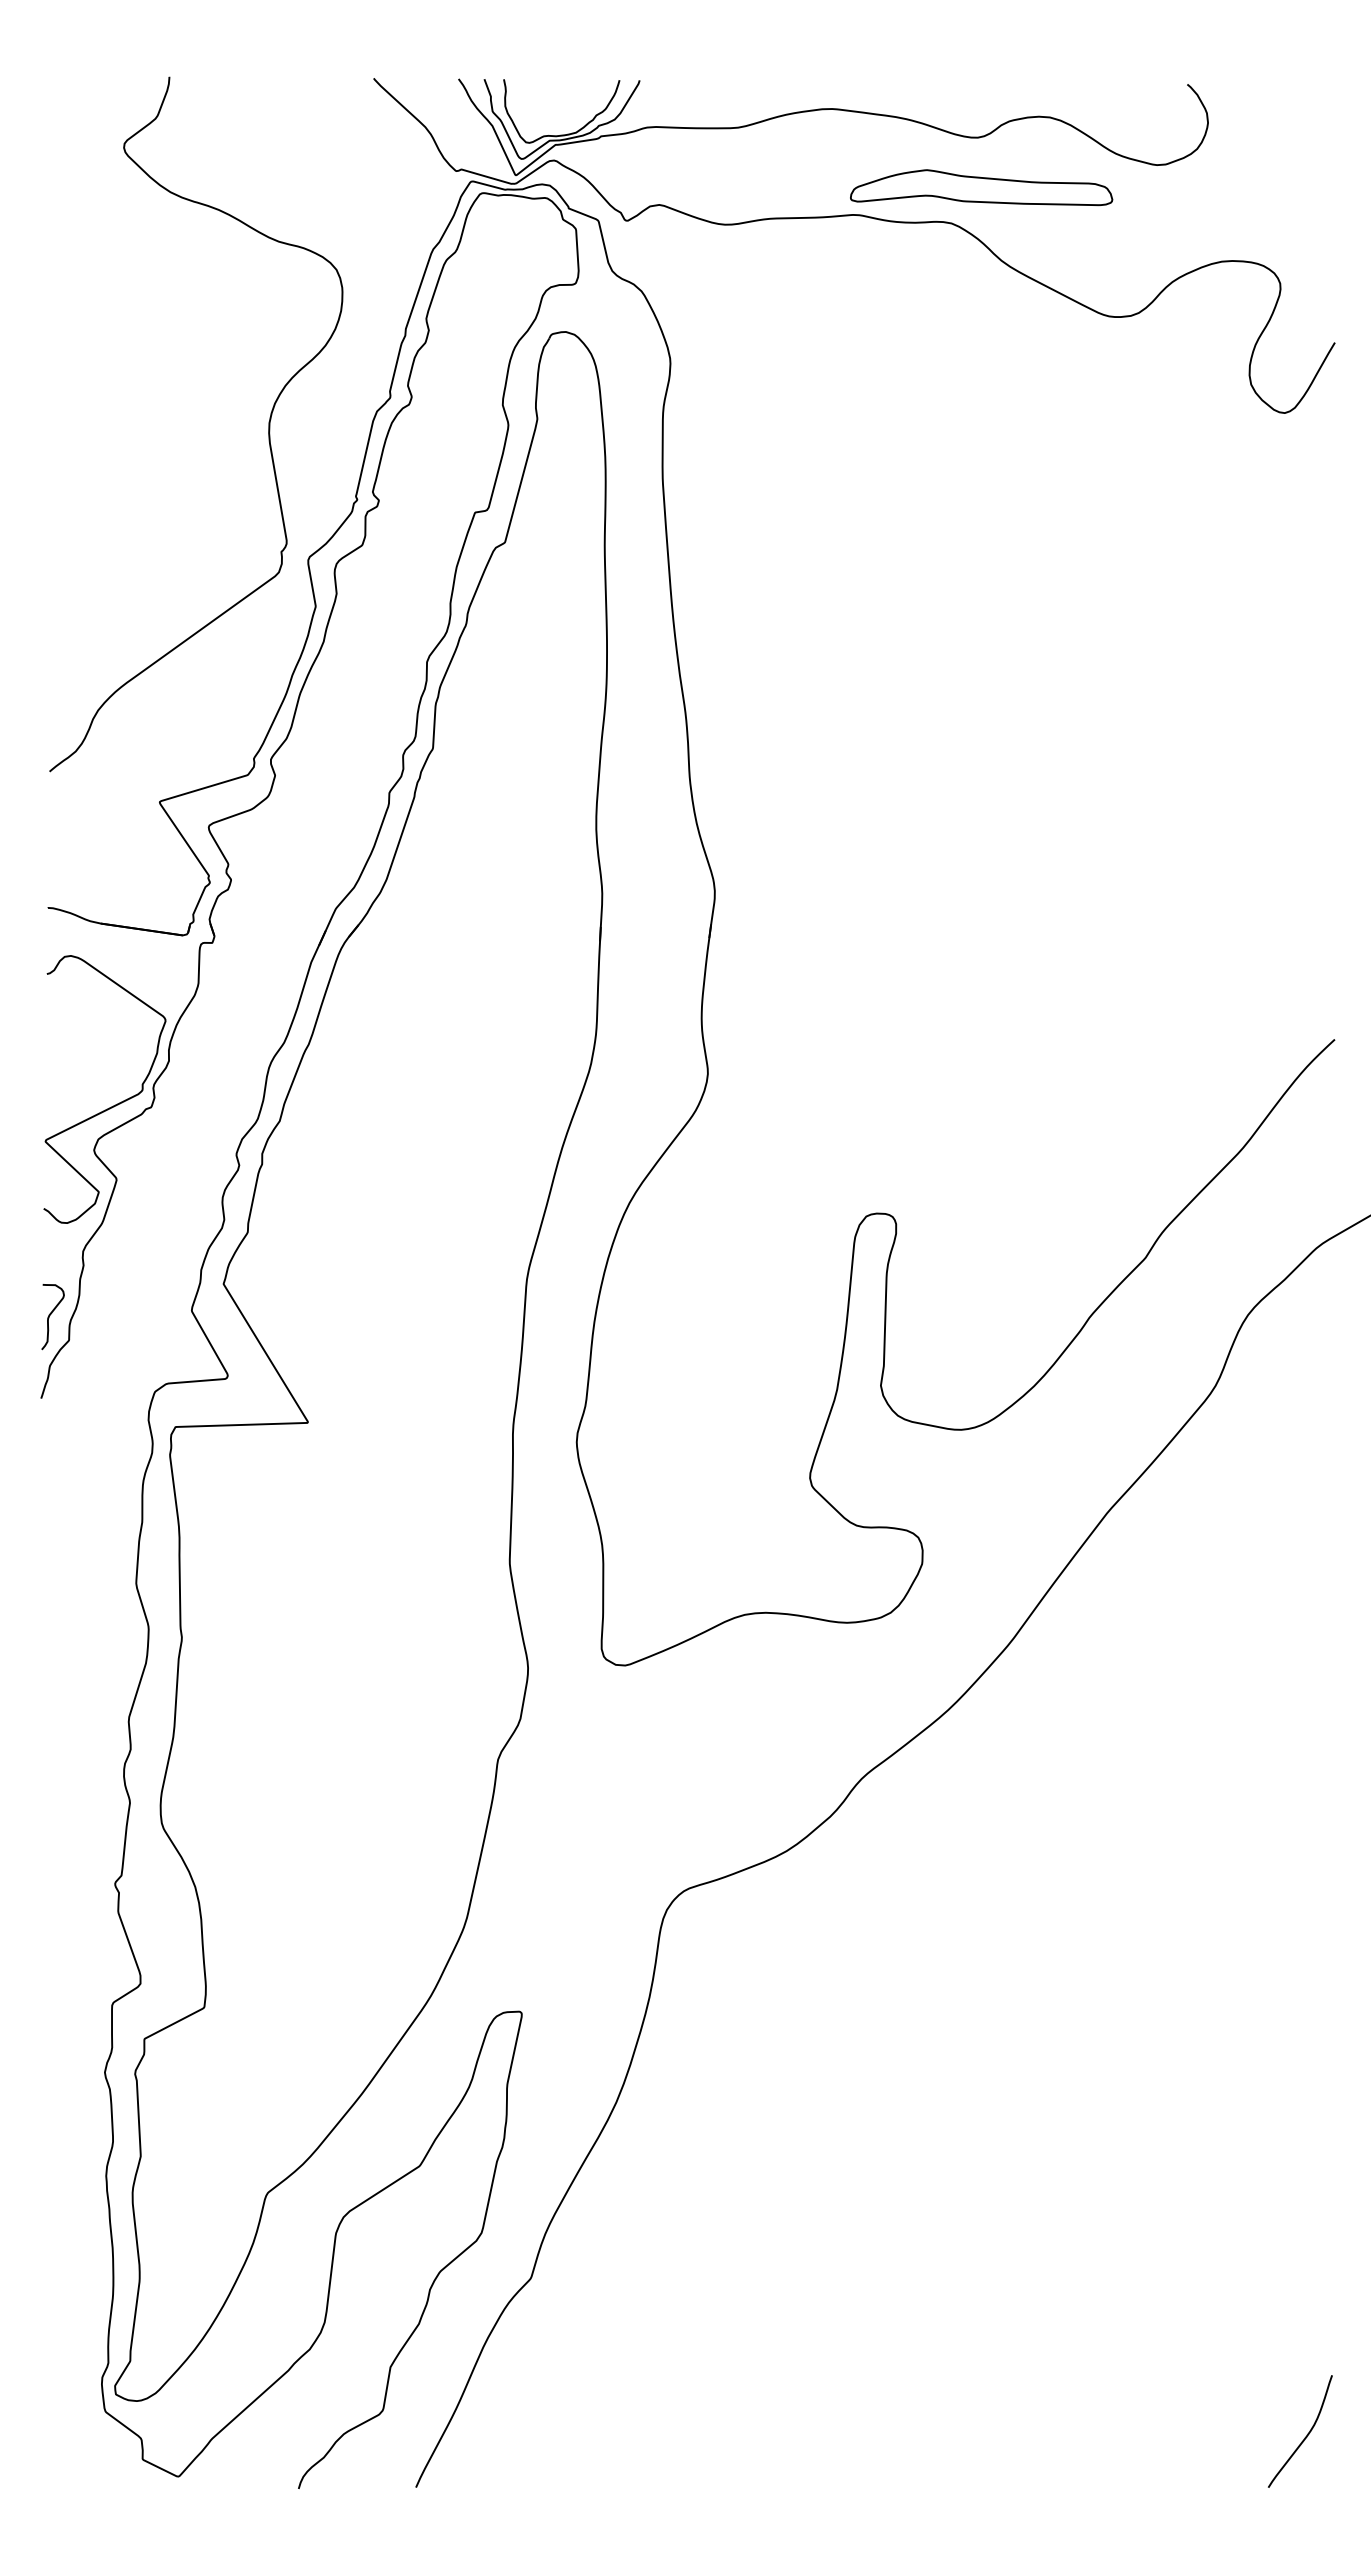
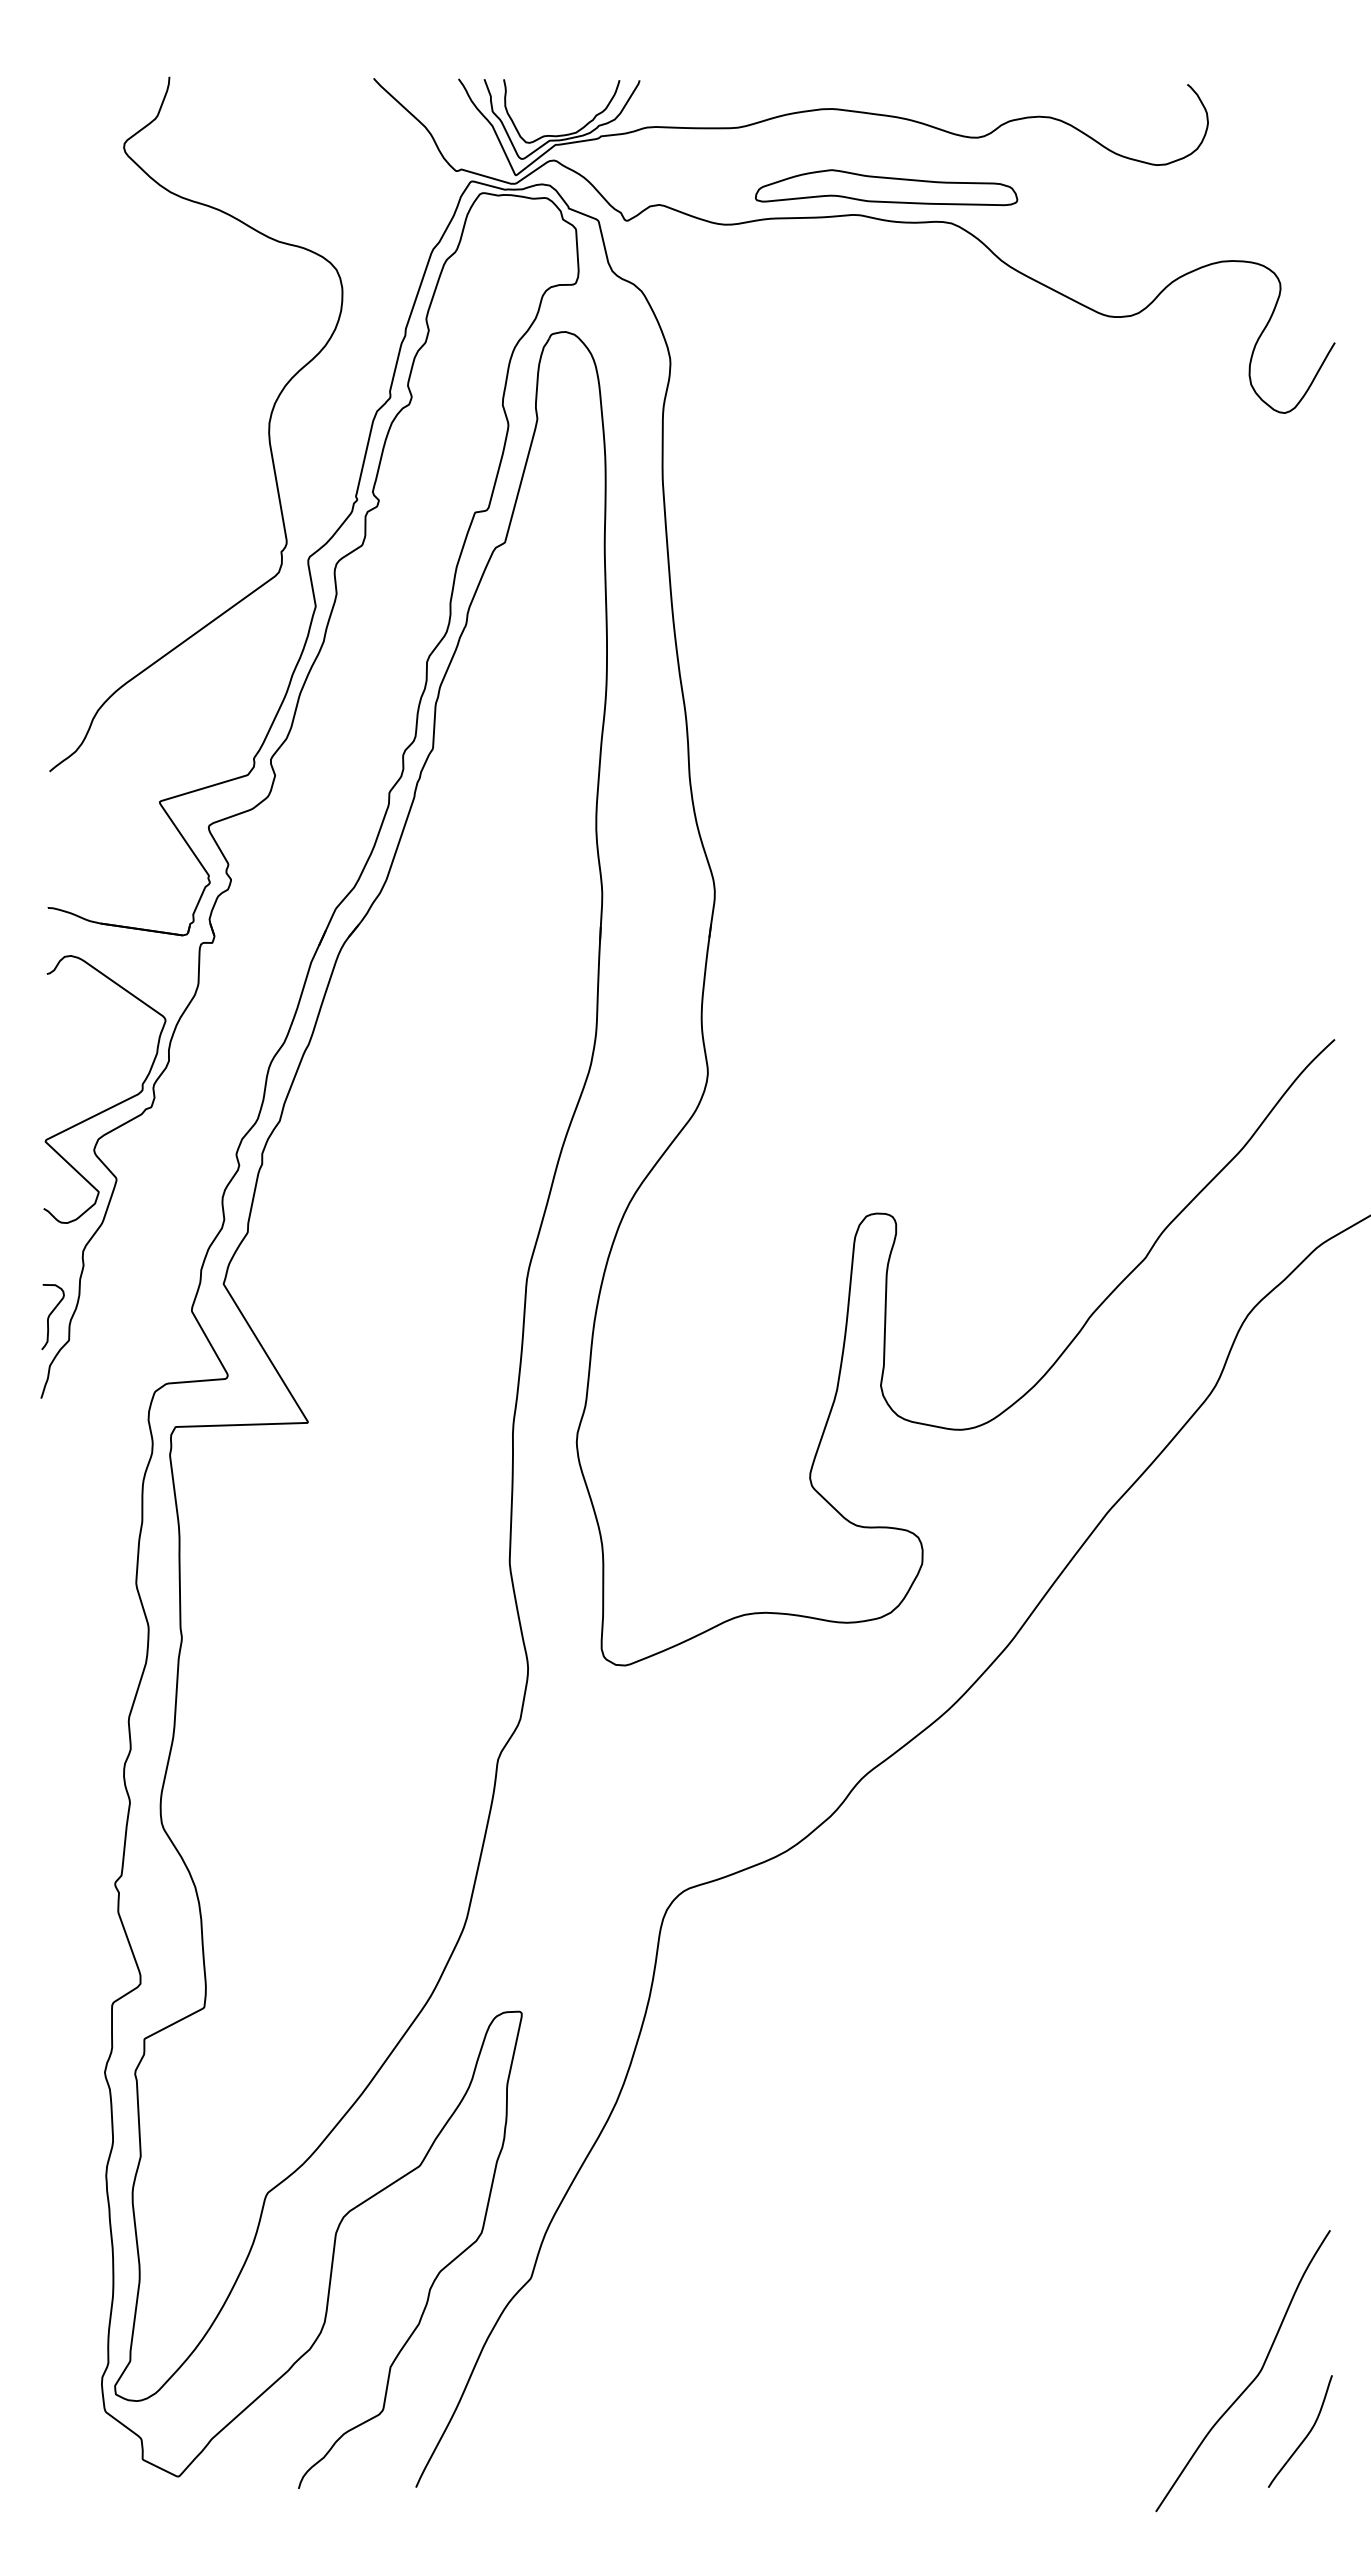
part at (981, 187) position: (981, 187) -> (886, 187)
curve at (1254, 2377): none -> present
